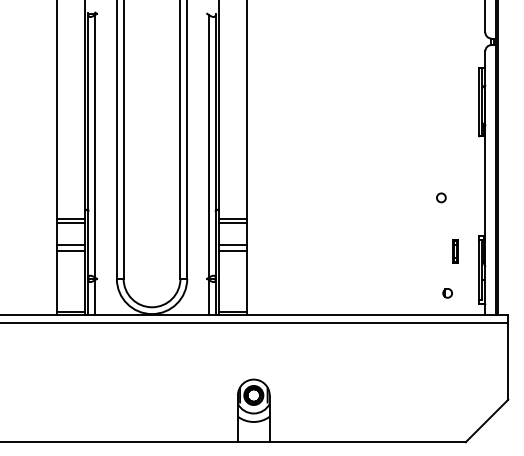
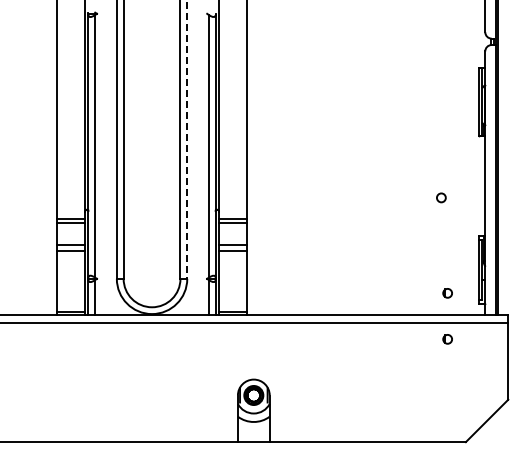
line at (187, 140): solid -> dashed
part at (455, 251): present -> none
part at (447, 339): none -> present
